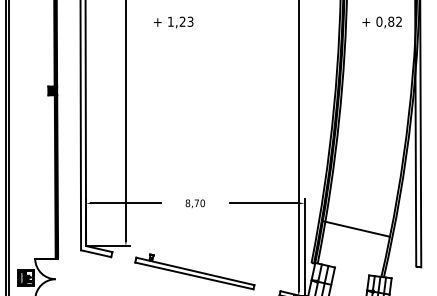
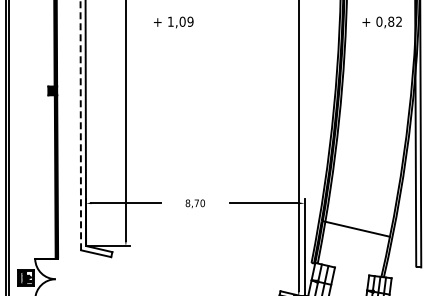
text at (186, 21): 1,23 -> 1,09
line at (80, 125): solid -> dashed
part at (194, 271): present -> none
